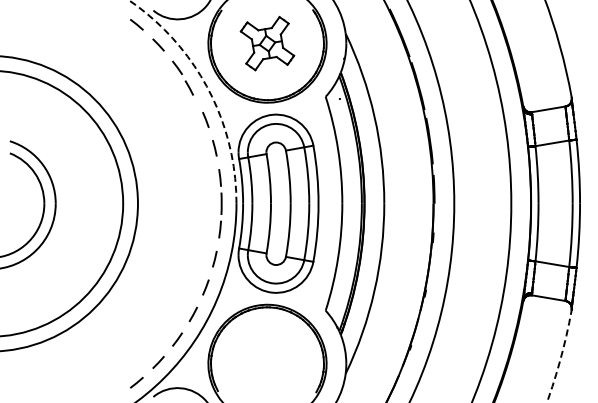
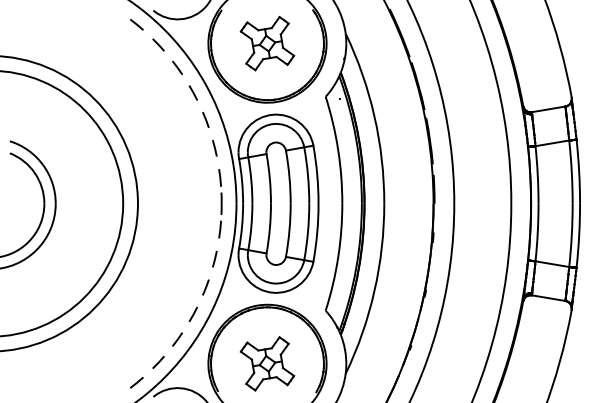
line at (188, 87) position: (188, 87) -> (192, 92)
arc at (208, 89): dashed -> solid
arc at (561, 356): dashed -> solid
part at (267, 363): none -> present
